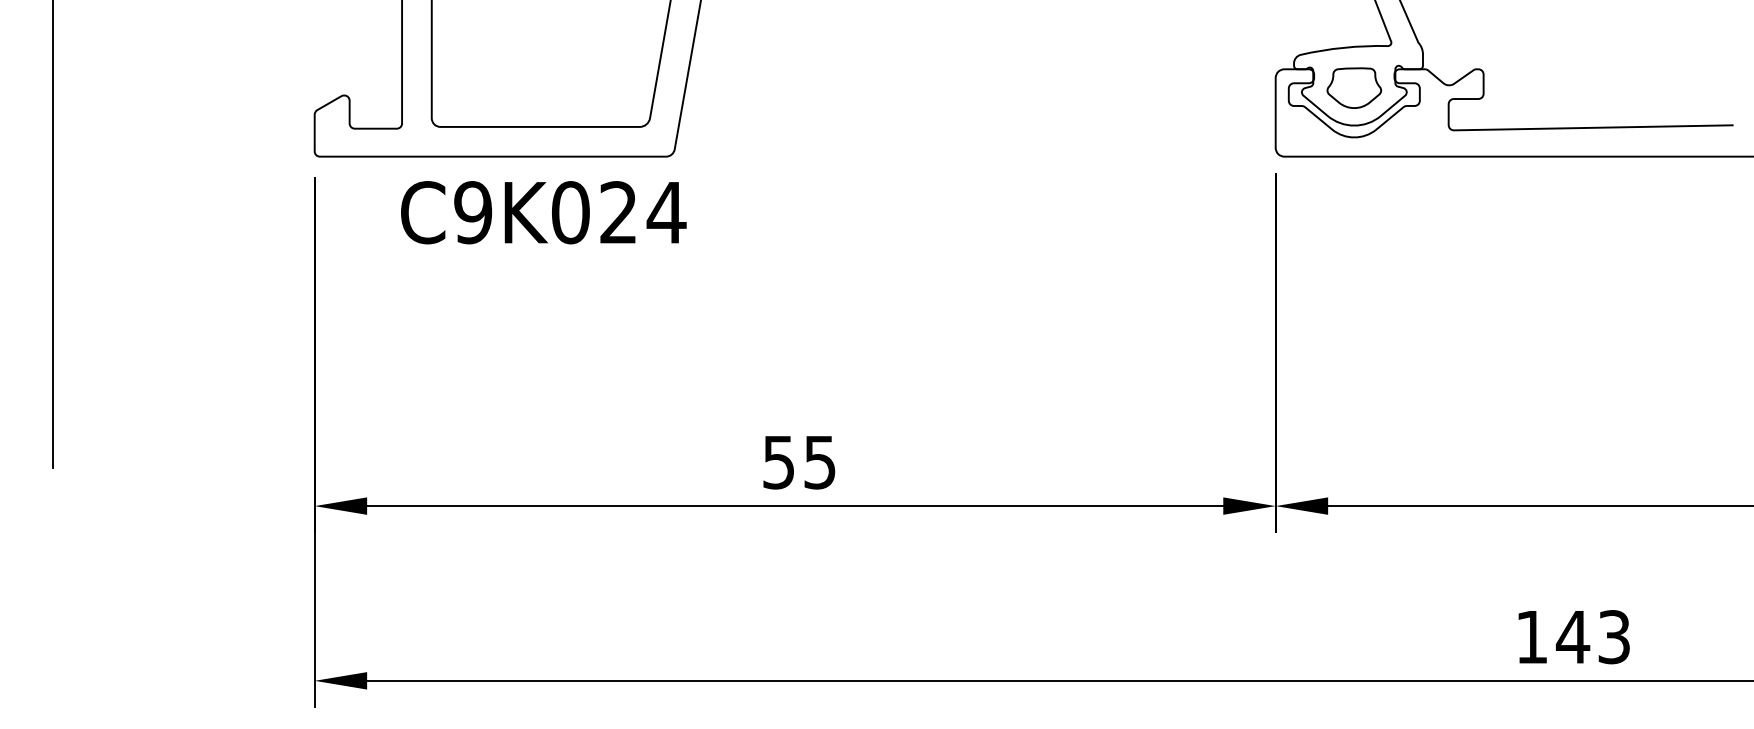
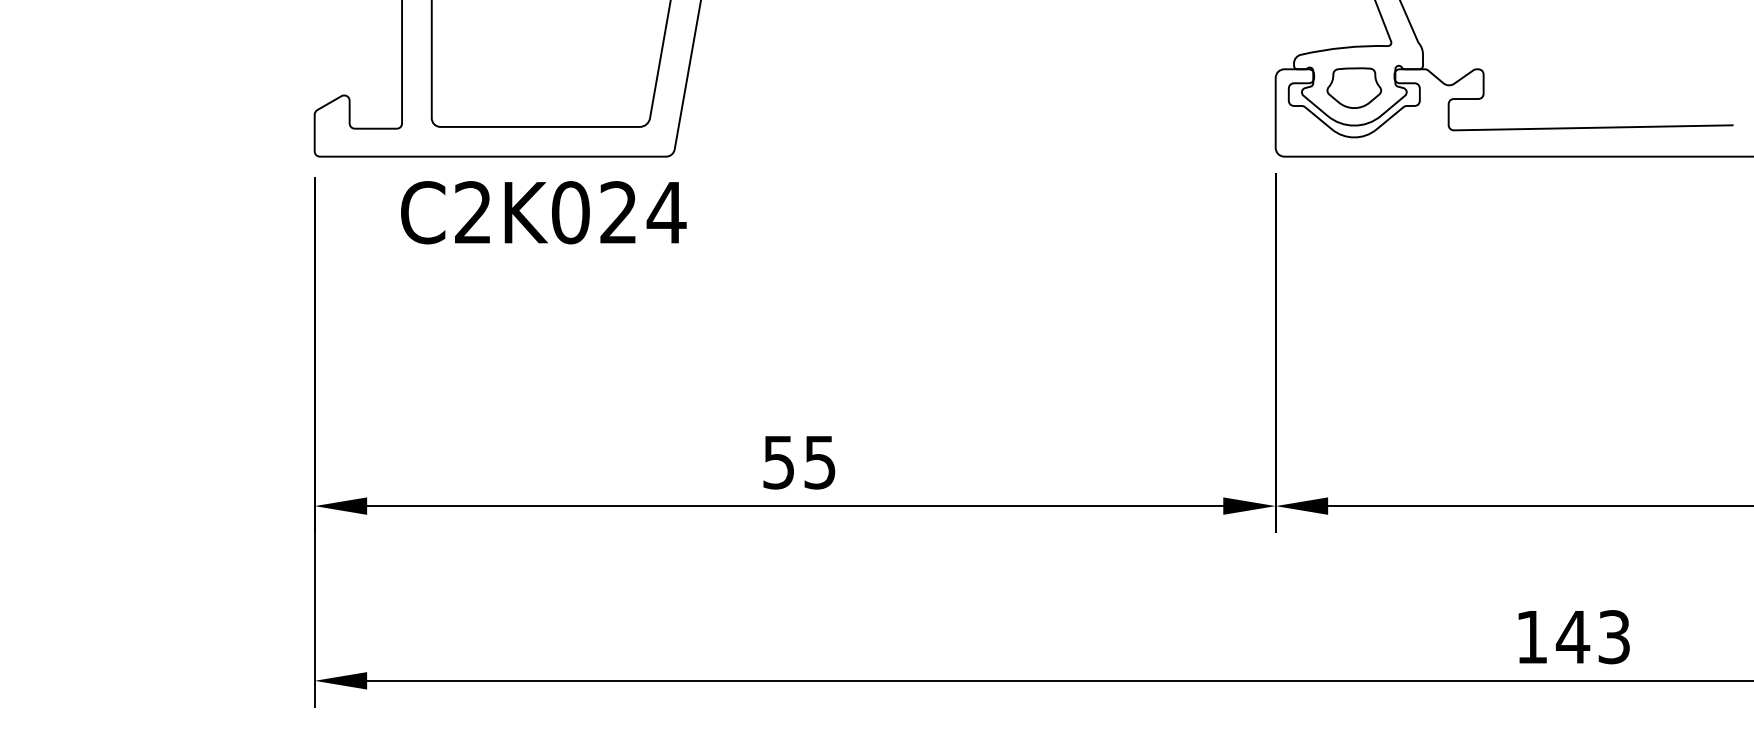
text at (473, 212): C9K024 -> C2K024
line at (52, 235): present -> none
